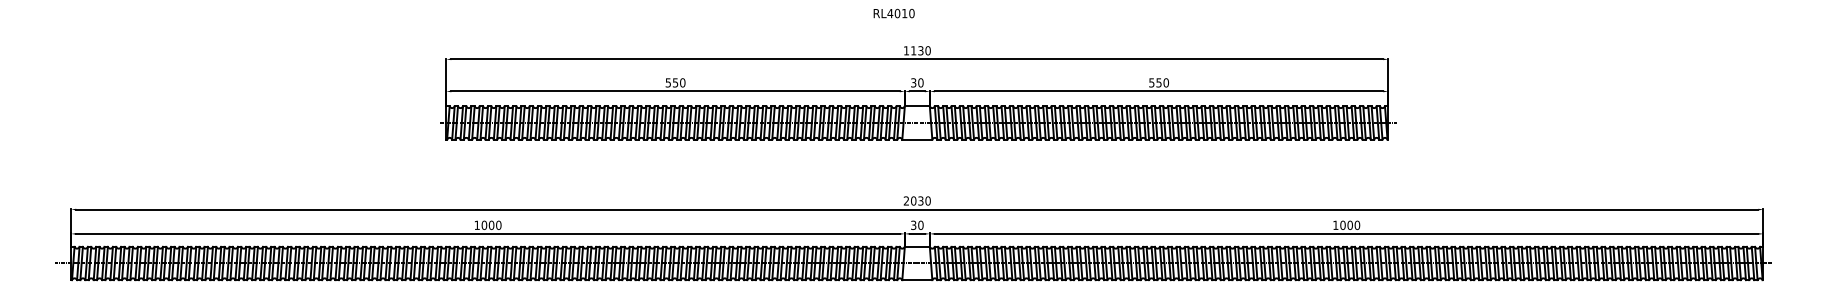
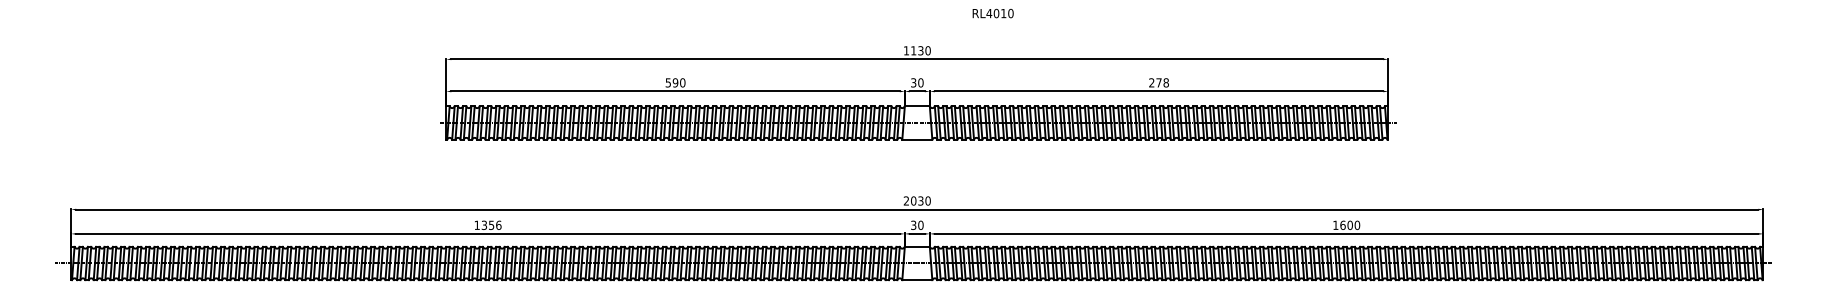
text at (893, 13) position: (893, 13) -> (992, 13)
text at (675, 82): 550 -> 590
text at (1158, 82): 550 -> 278
text at (491, 224): 1000 -> 1356
text at (1342, 224): 1000 -> 1600
